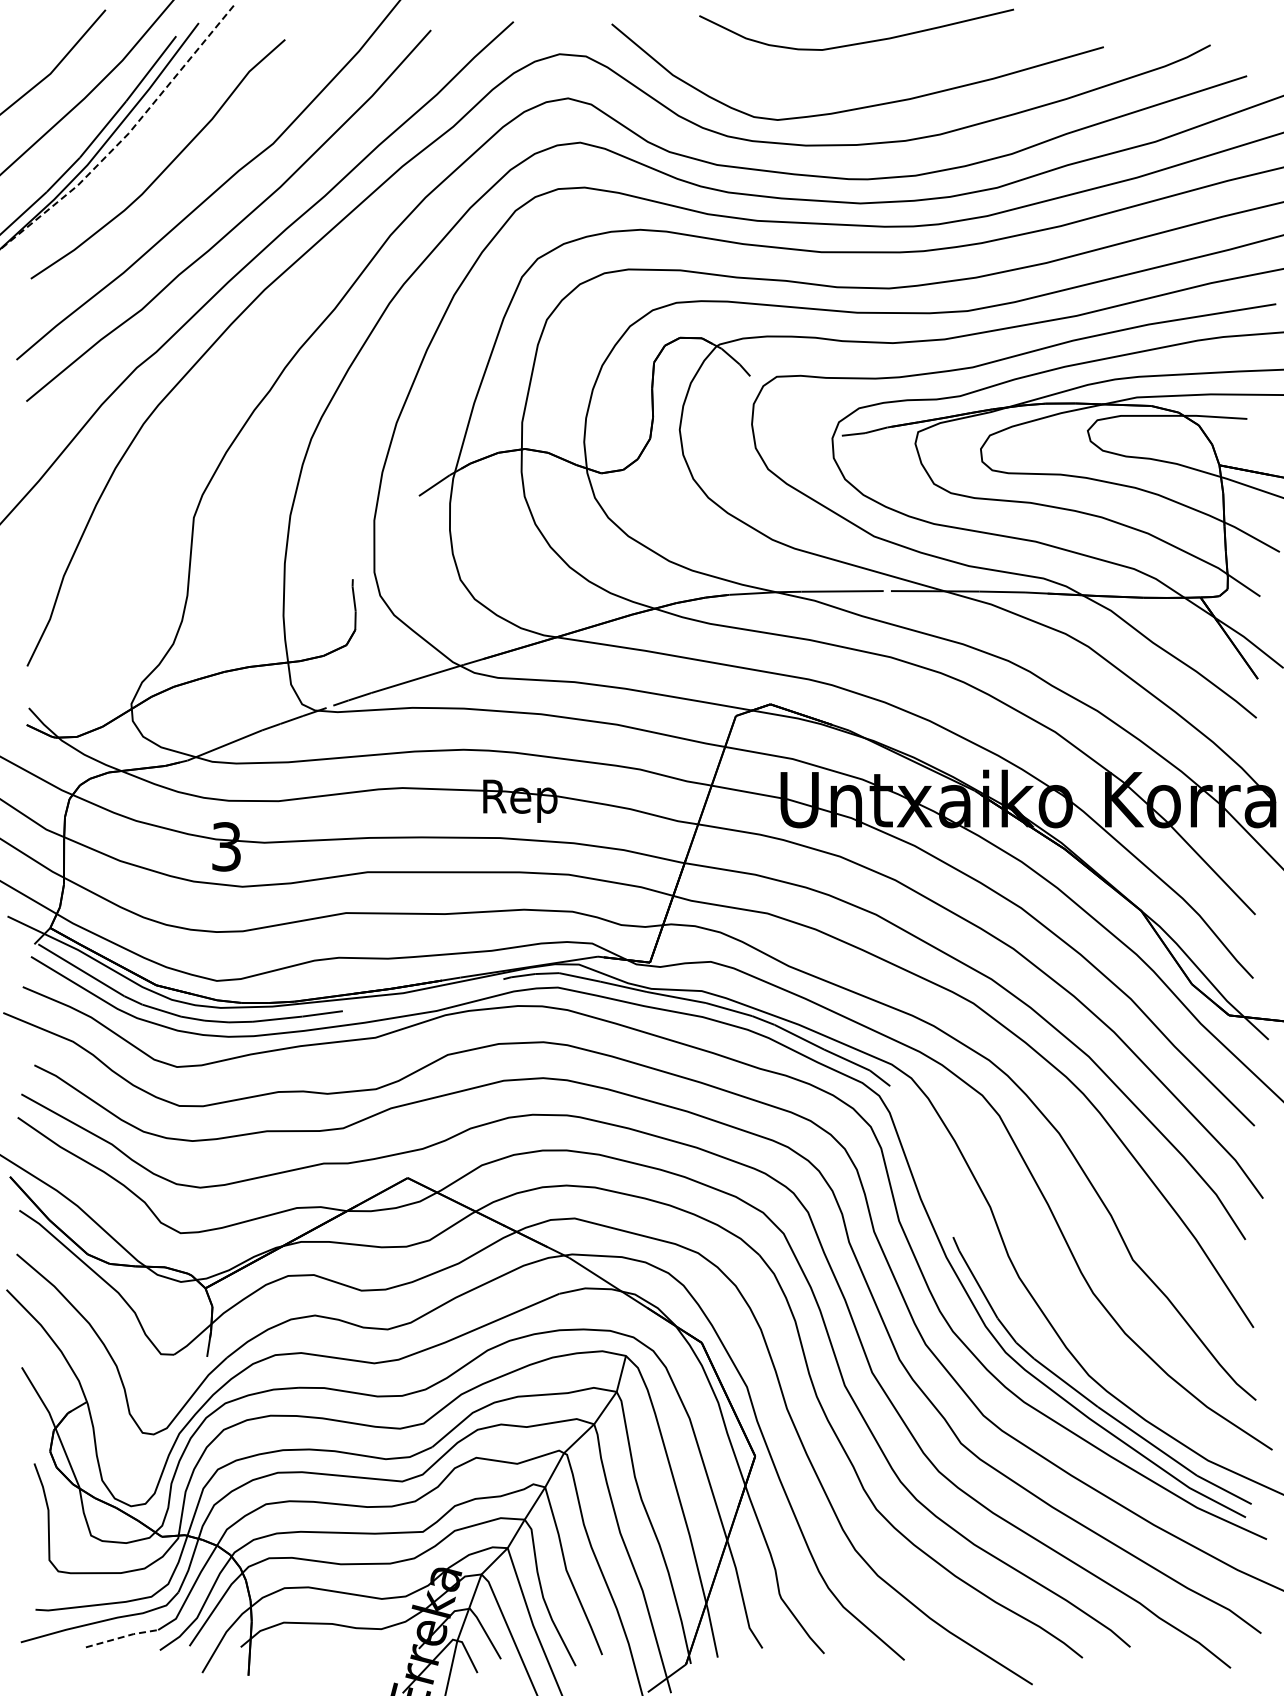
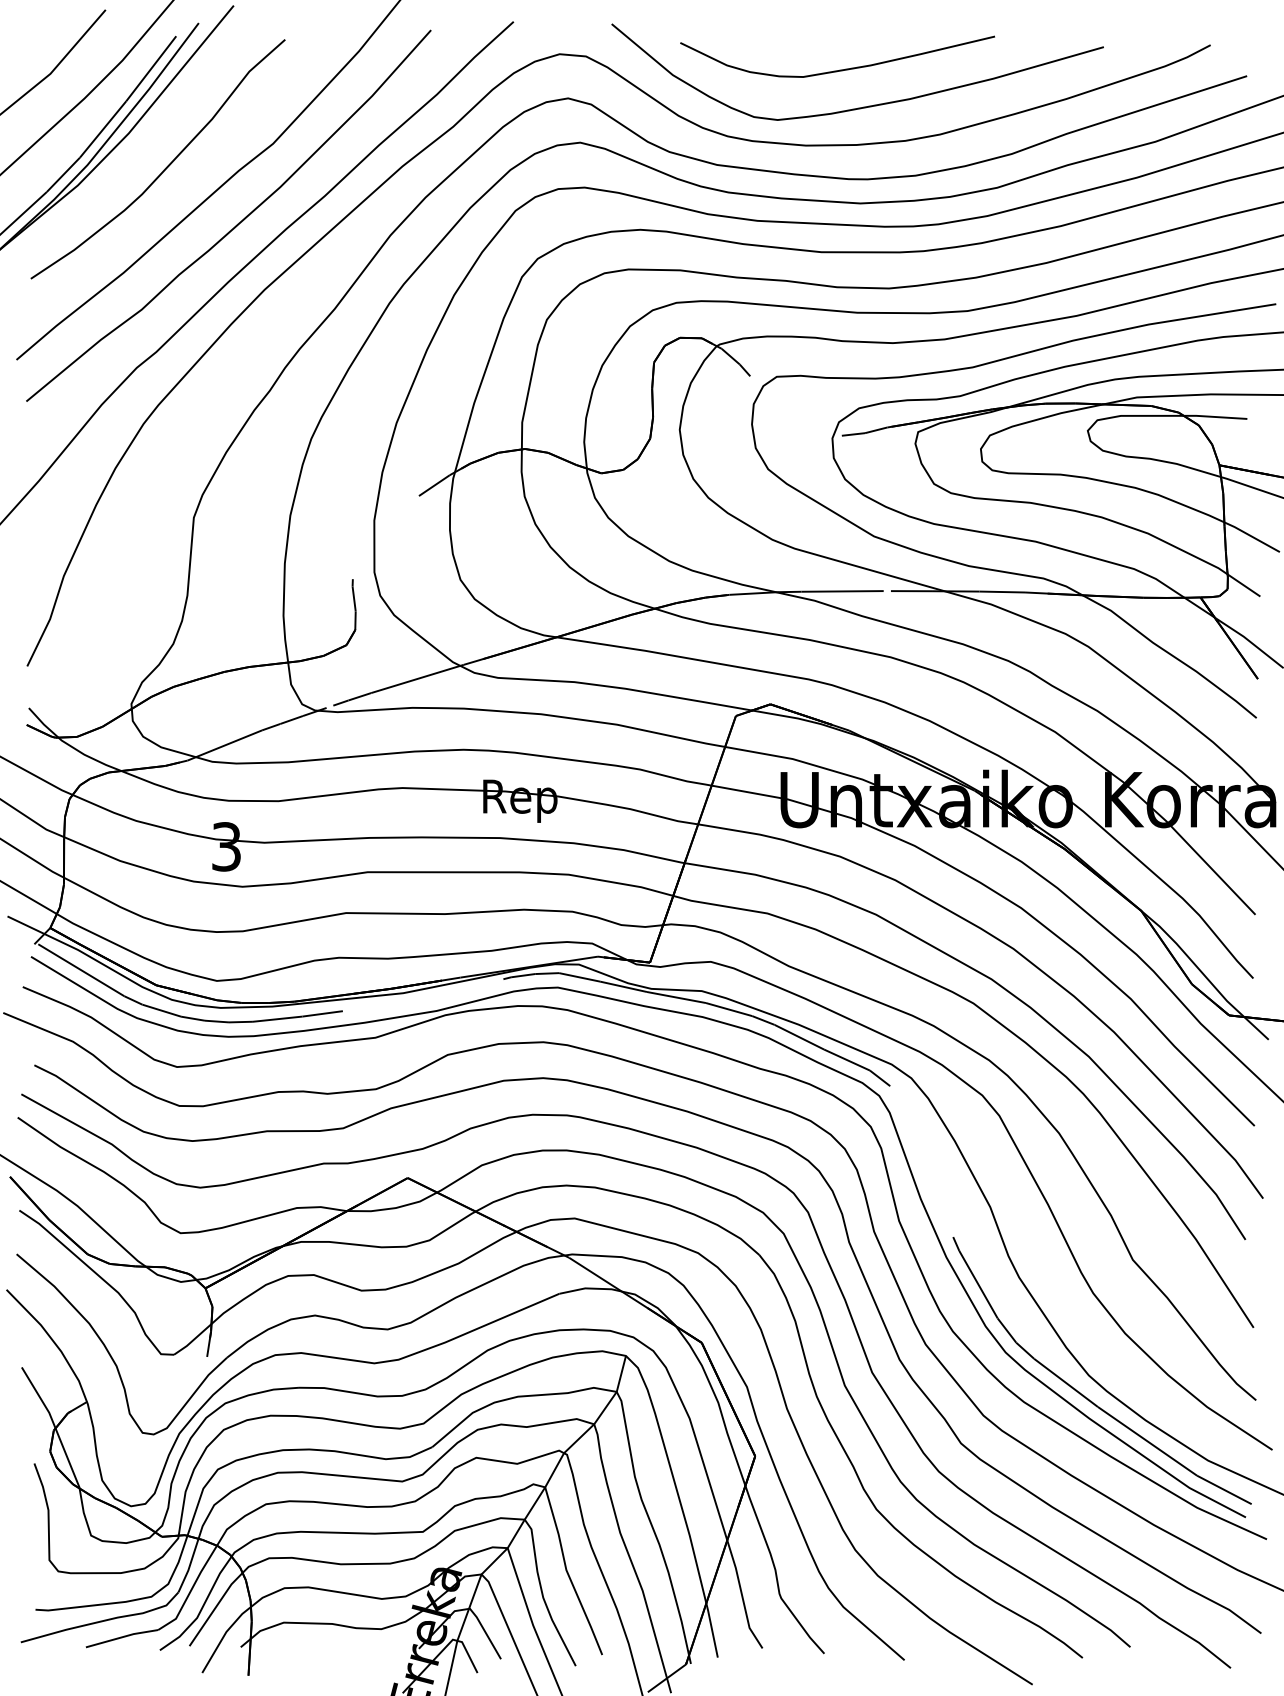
curve at (858, 42) position: (858, 42) -> (839, 69)
line at (126, 136): dashed -> solid
line at (122, 1637): dashed -> solid
